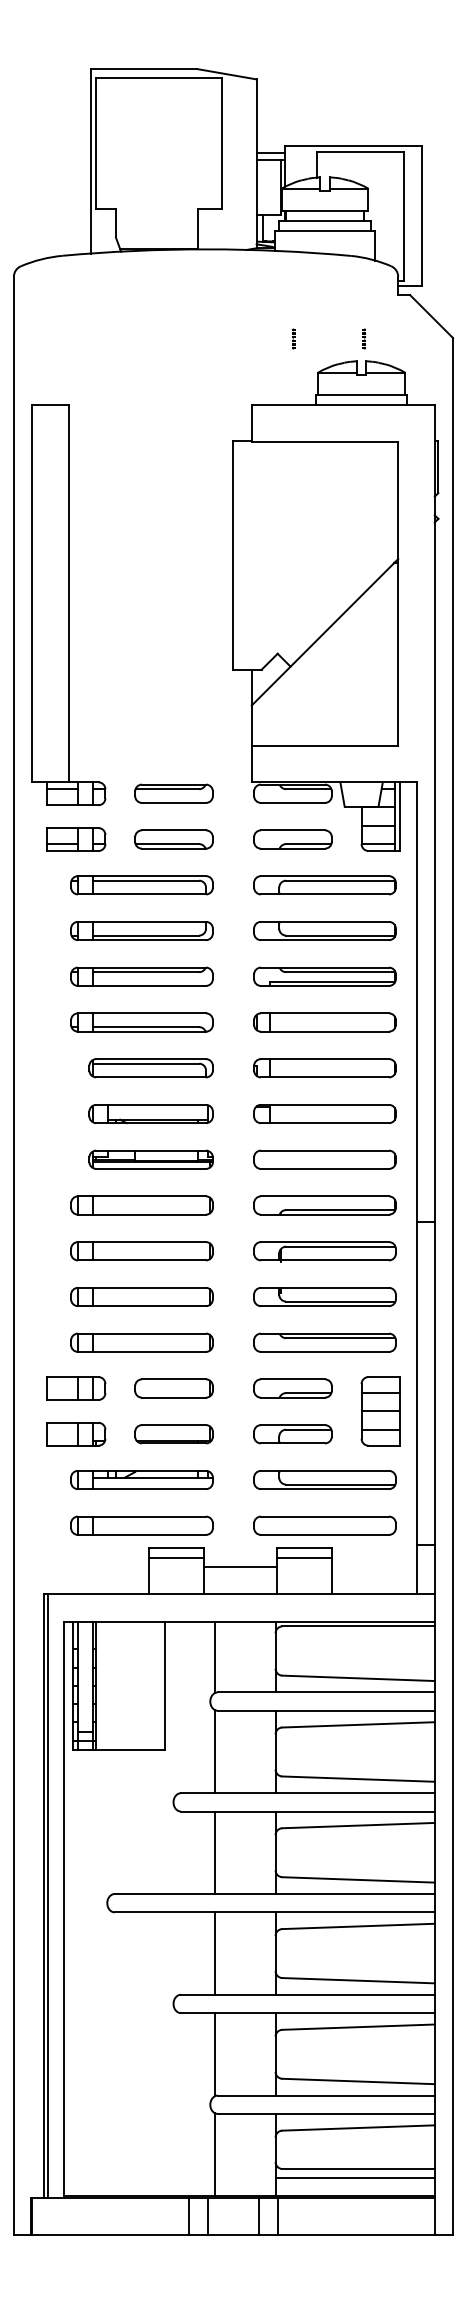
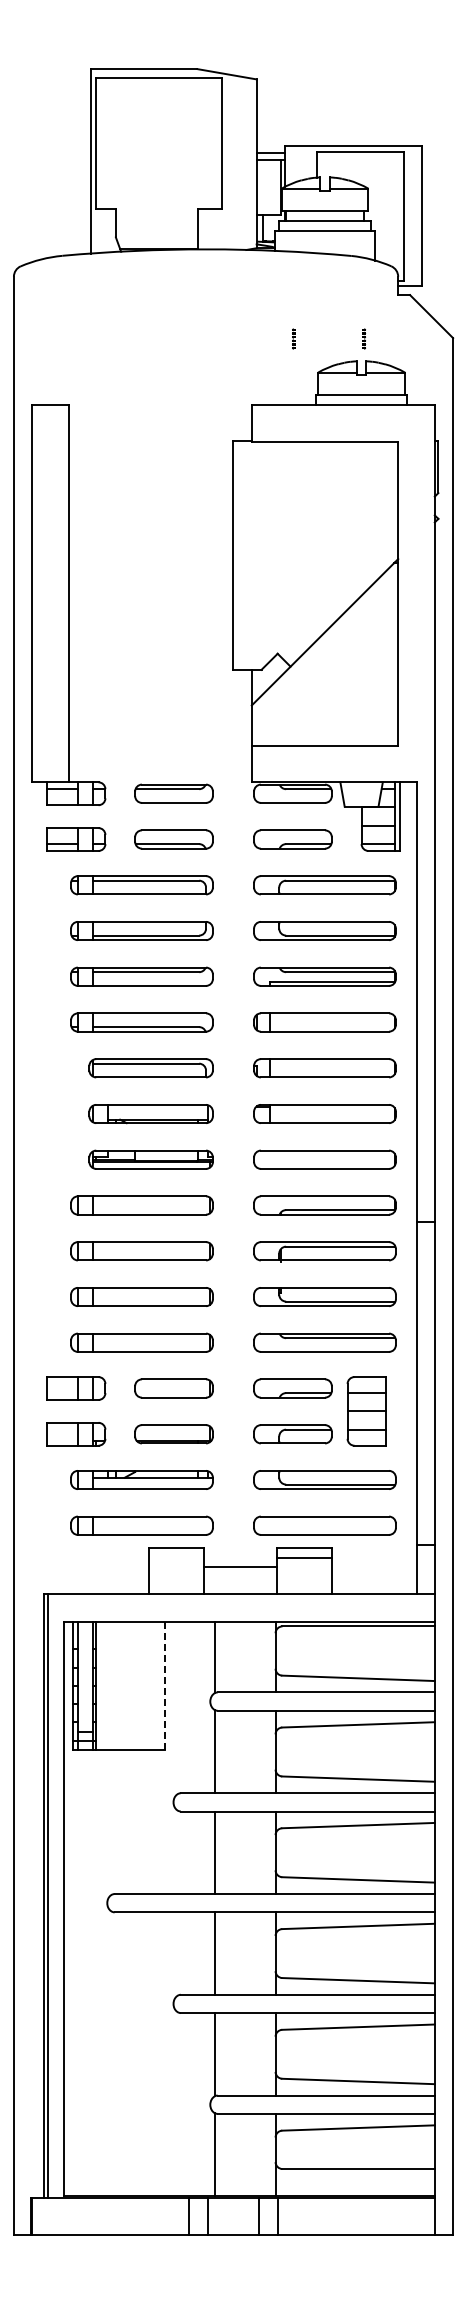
part at (380, 1411) position: (380, 1411) -> (366, 1411)
line at (175, 1557): present -> none
line at (164, 1685): solid -> dashed
line at (354, 2177): present -> none
